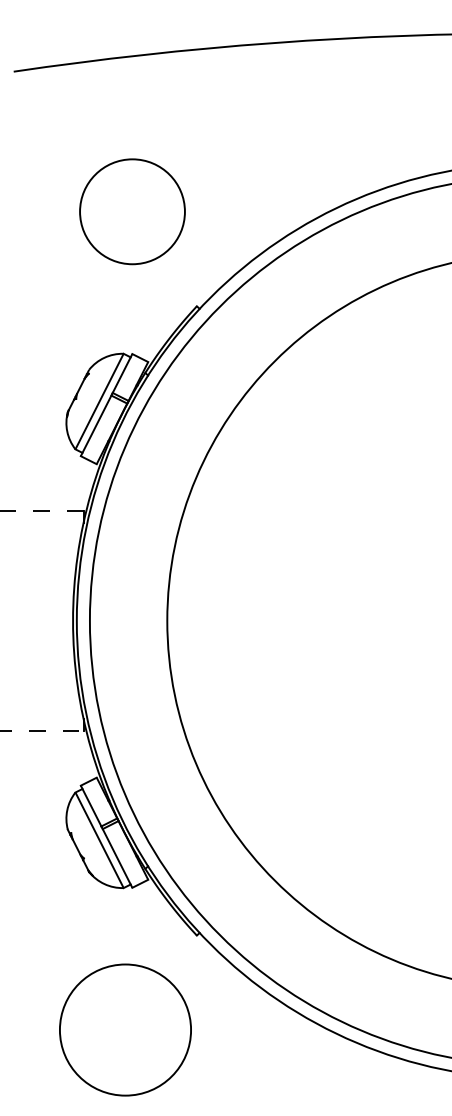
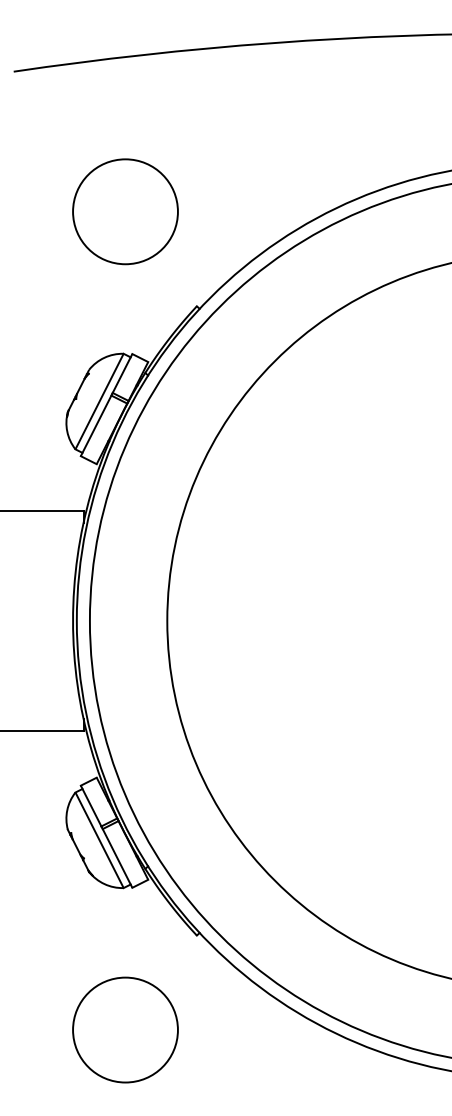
circle at (132, 211) position: (132, 211) -> (125, 211)
line at (41, 510): dashed -> solid
line at (42, 731): dashed -> solid
circle at (125, 1029) diameter: 131 px -> 105 px
